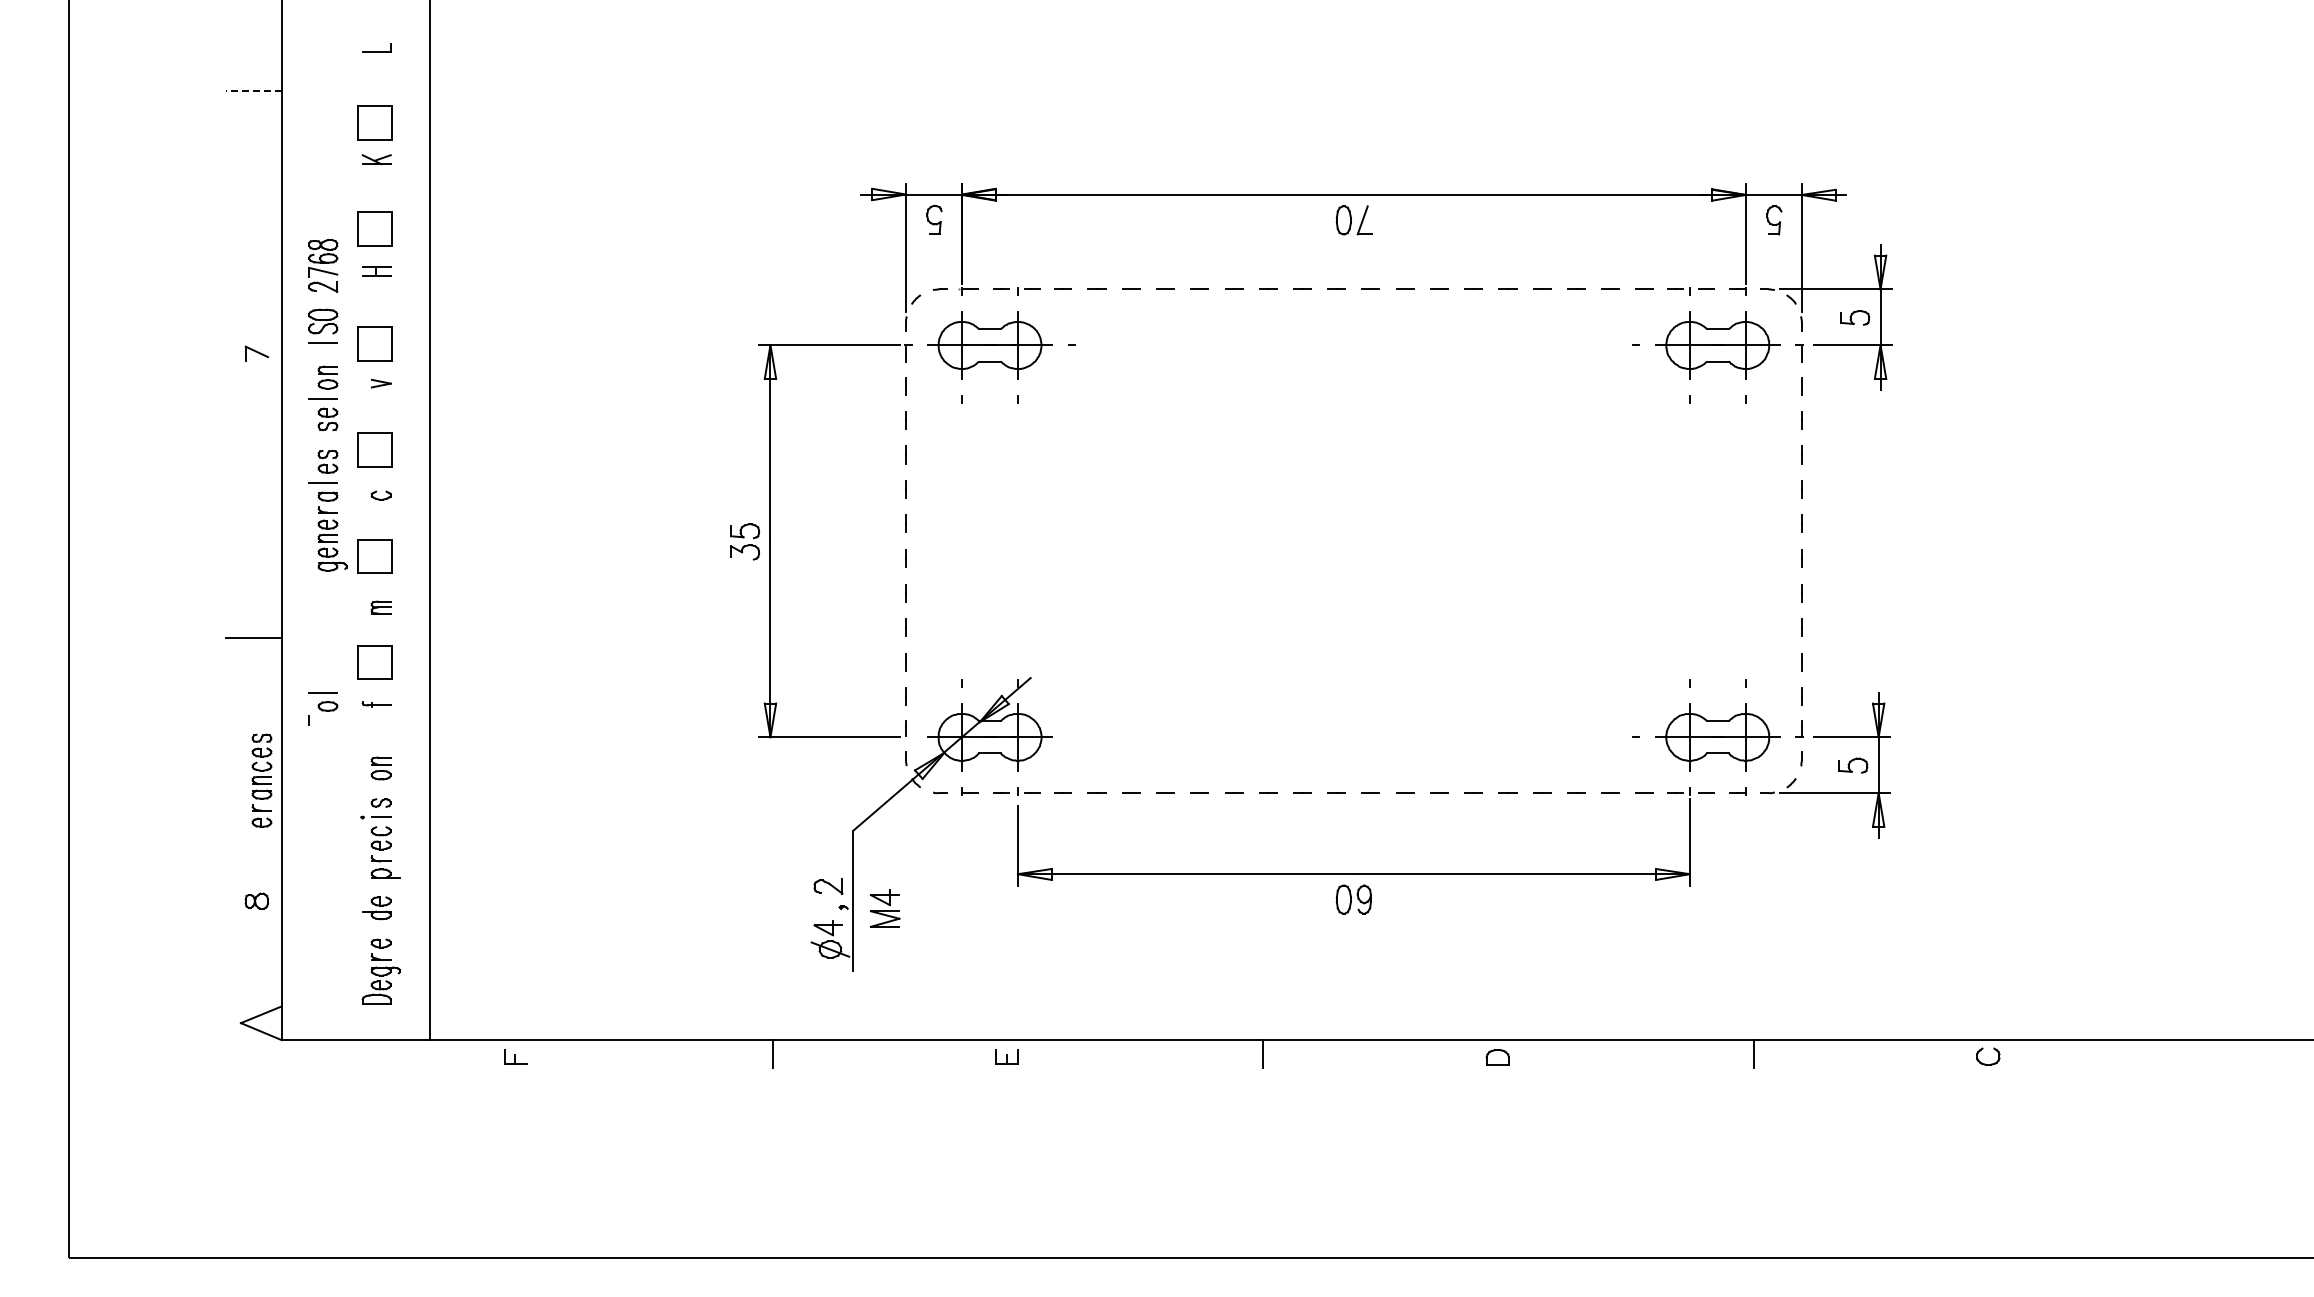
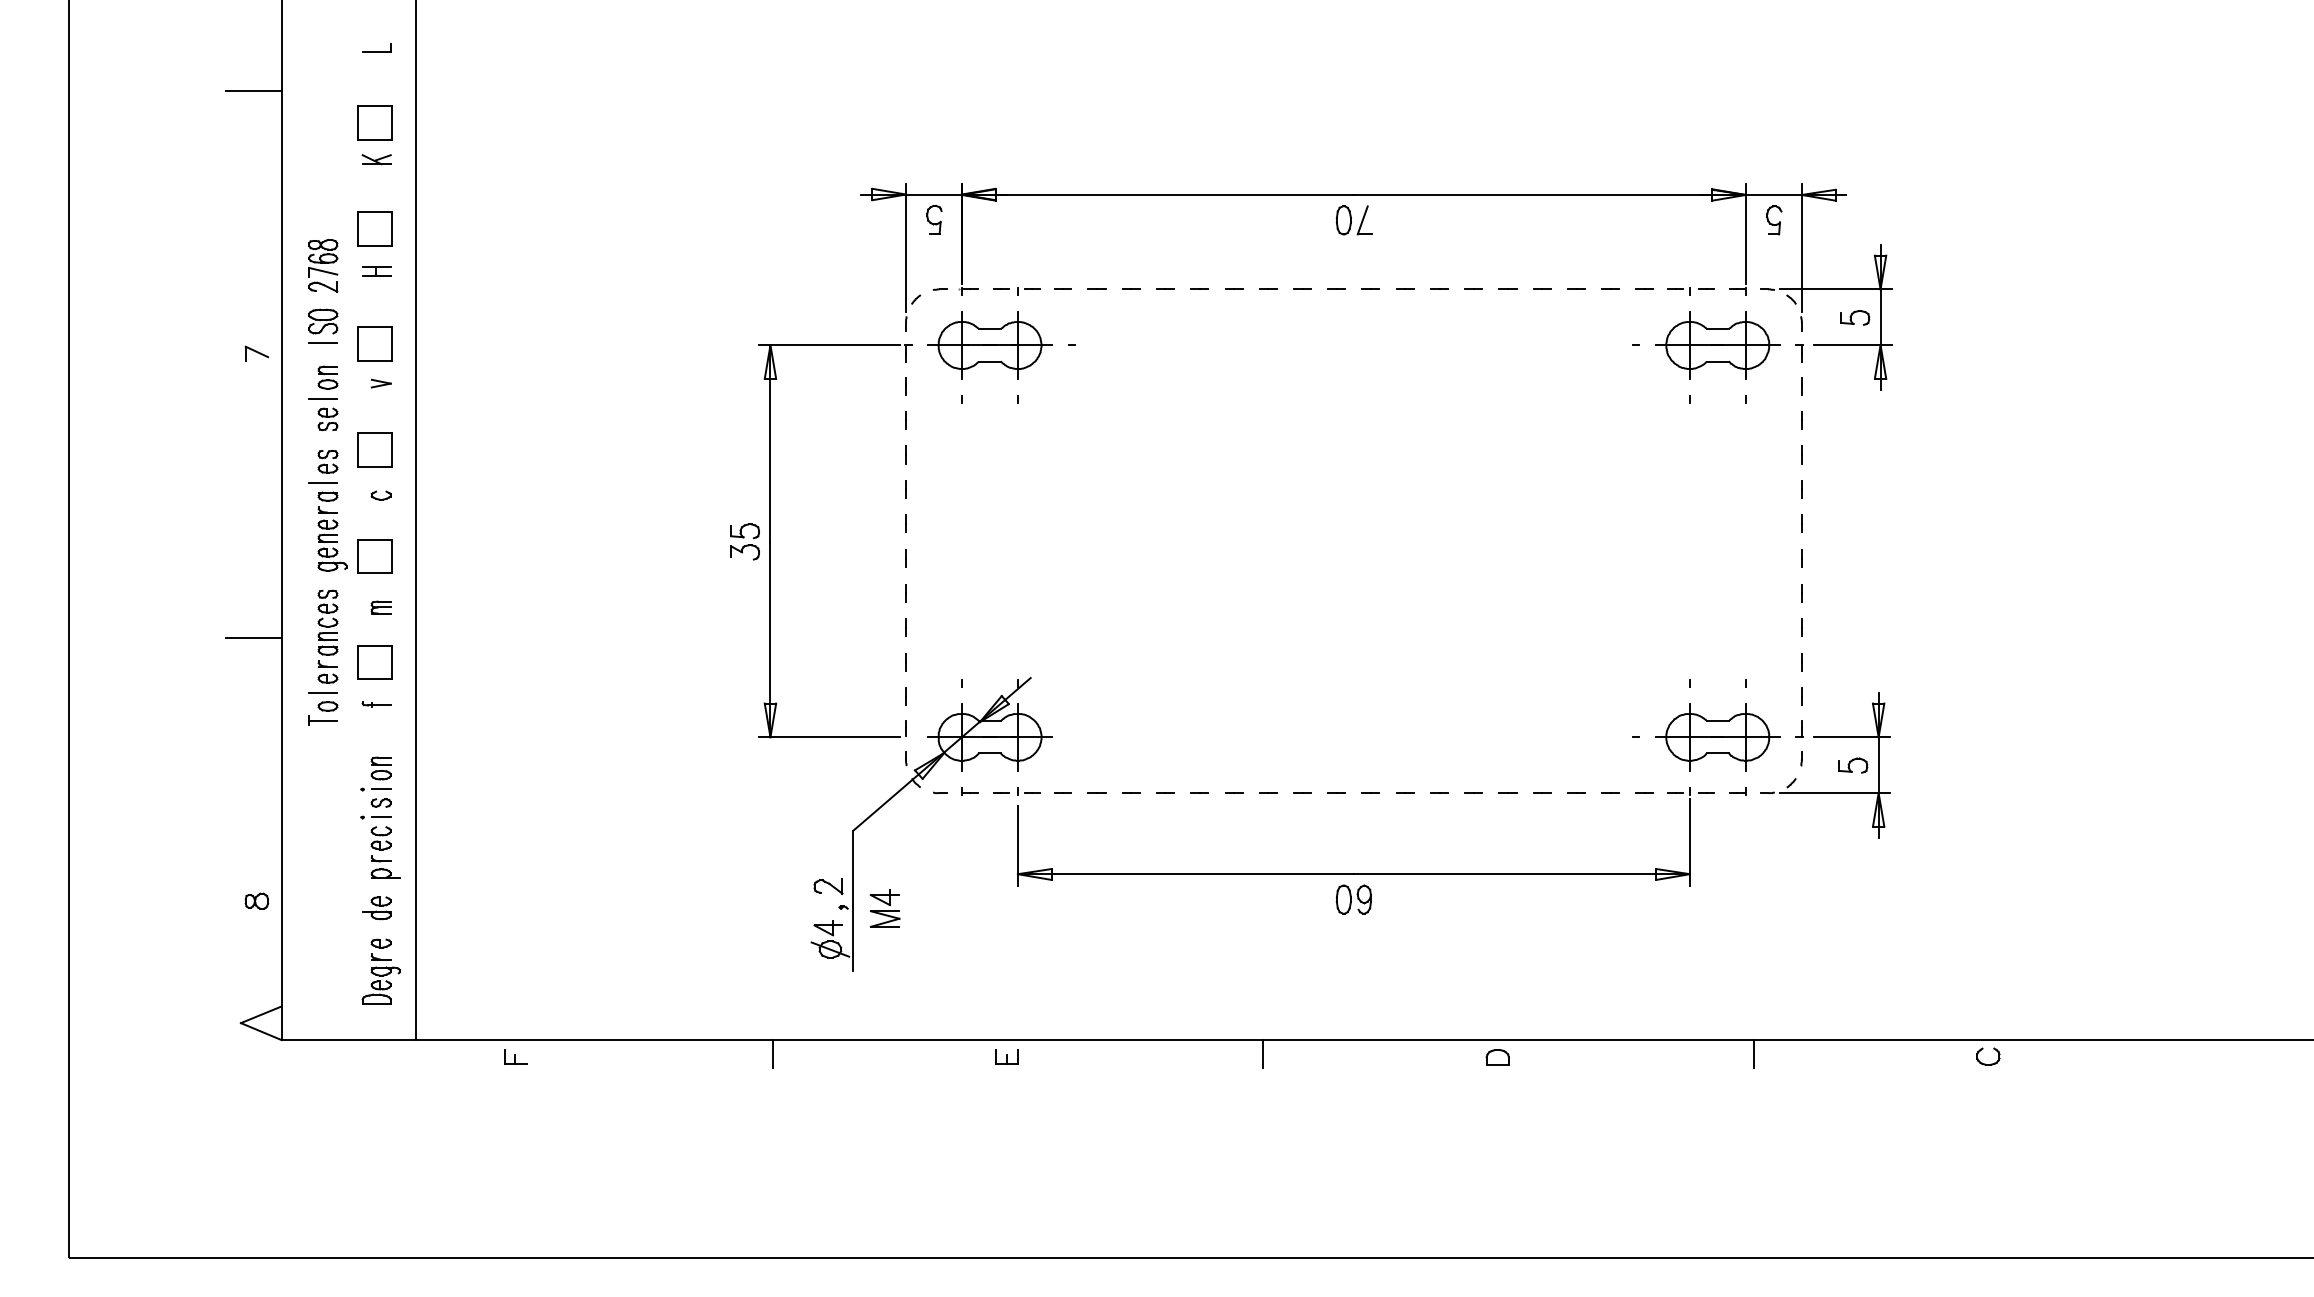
line at (253, 91): dashed -> solid
line at (430, 521) position: (430, 521) -> (416, 521)
line at (323, 720): none -> present
part at (261, 780) position: (261, 780) -> (327, 636)
part at (375, 789): none -> present
